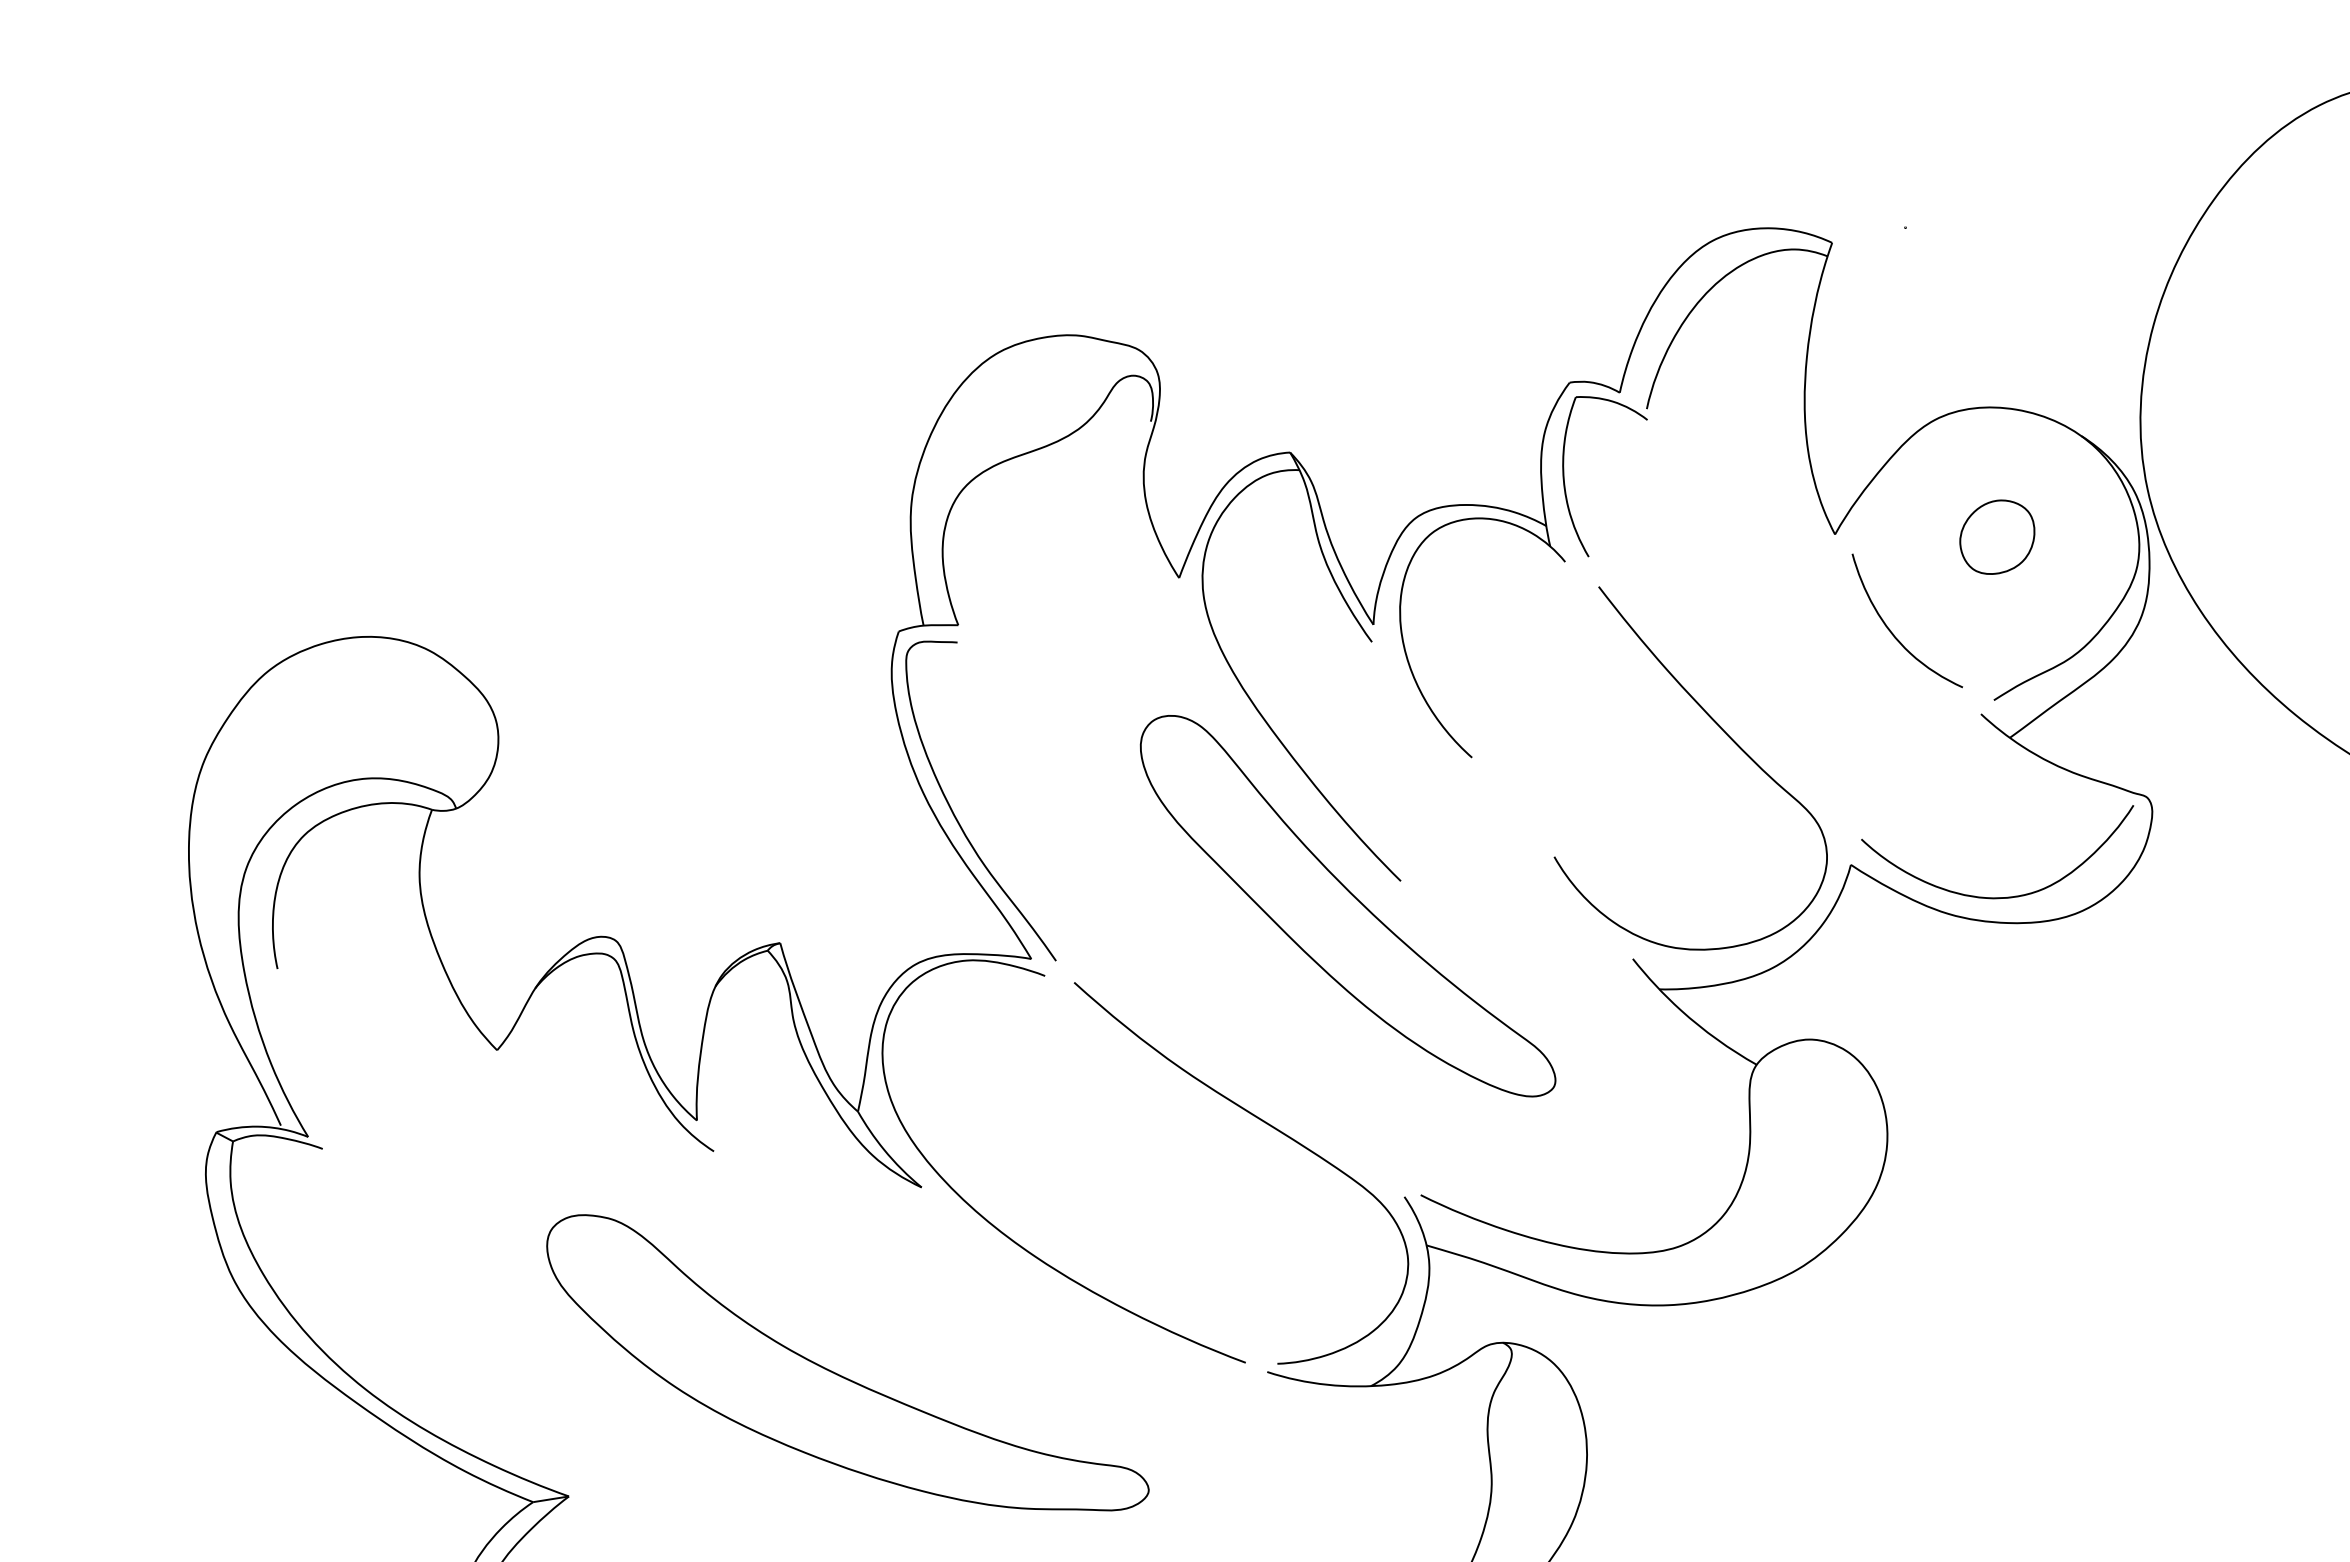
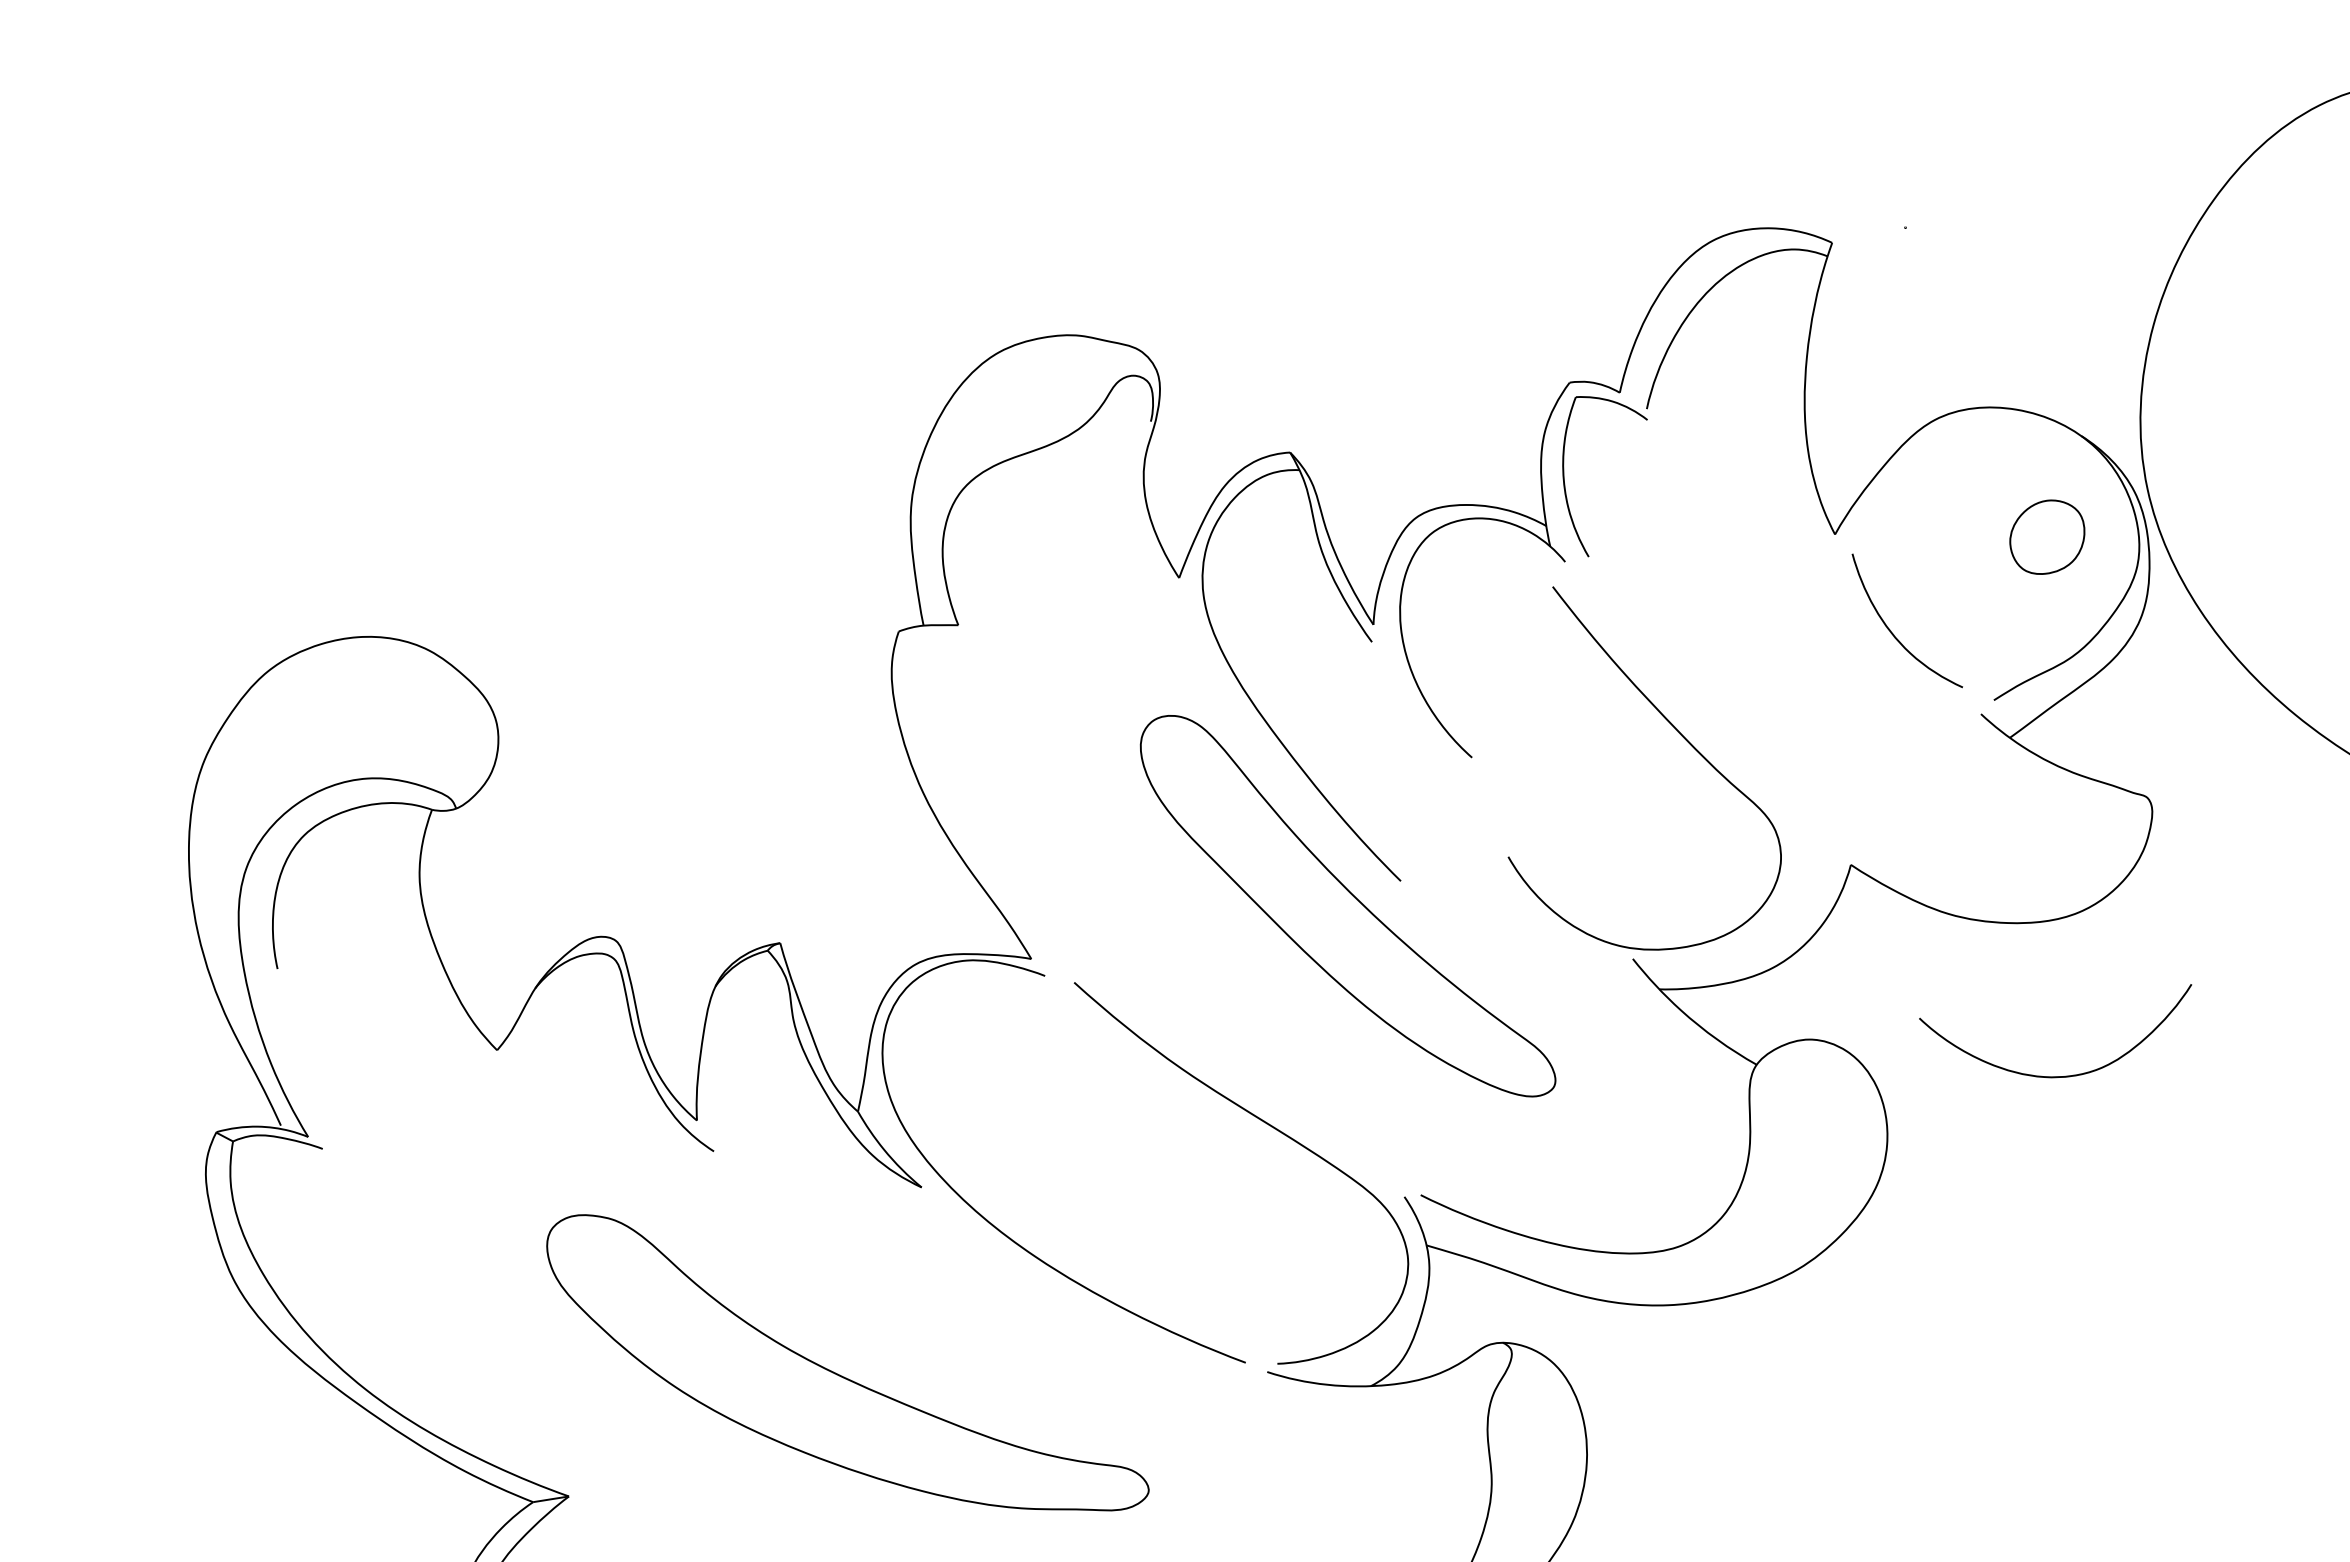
part at (1997, 536) position: (1997, 536) -> (2047, 536)
curve at (1726, 735) position: (1726, 735) -> (1680, 735)
curve at (954, 813): present -> none
curve at (1997, 897) position: (1997, 897) -> (2055, 1076)
